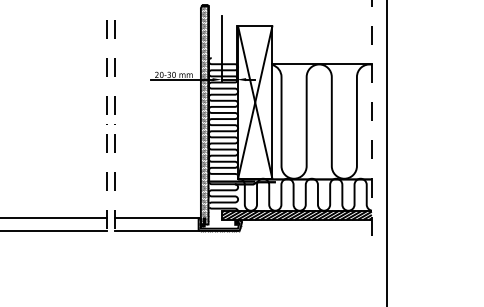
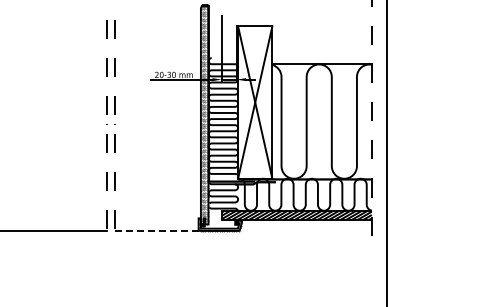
line at (54, 218): present -> none
line at (156, 218): present -> none
line at (156, 230): solid -> dashed
